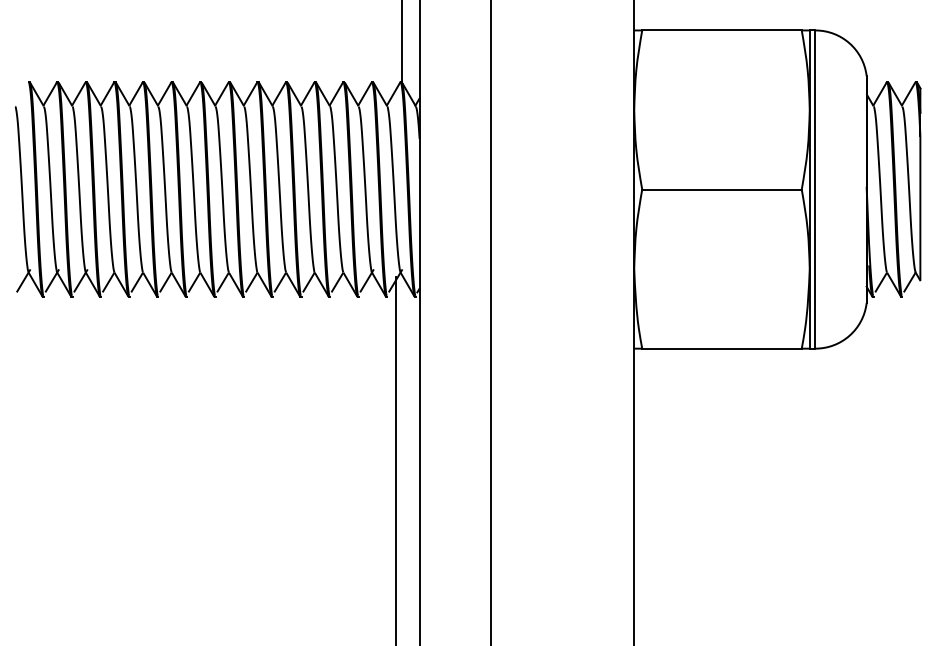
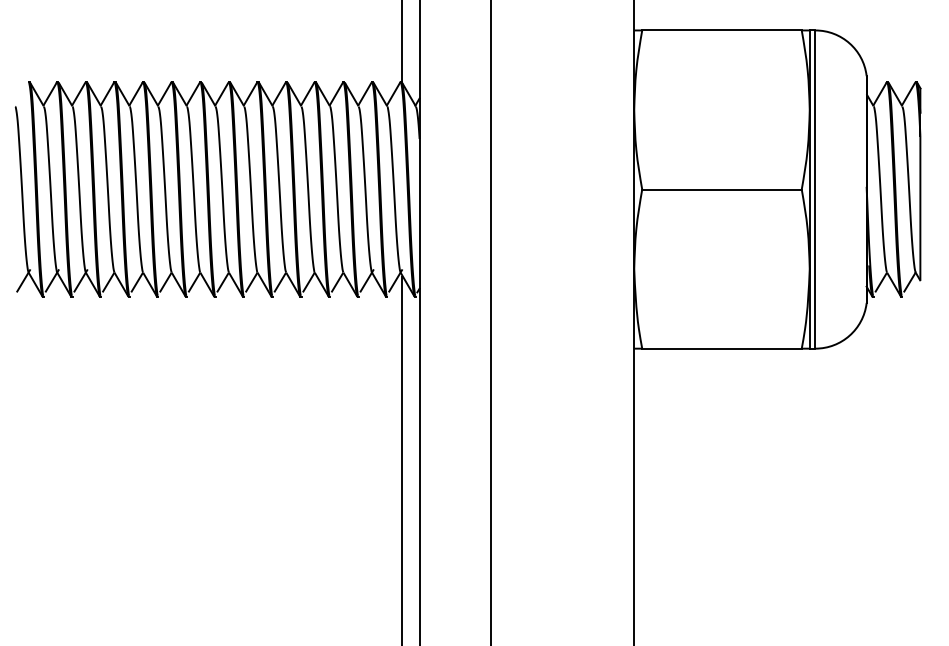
line at (396, 458) position: (396, 458) -> (402, 458)
